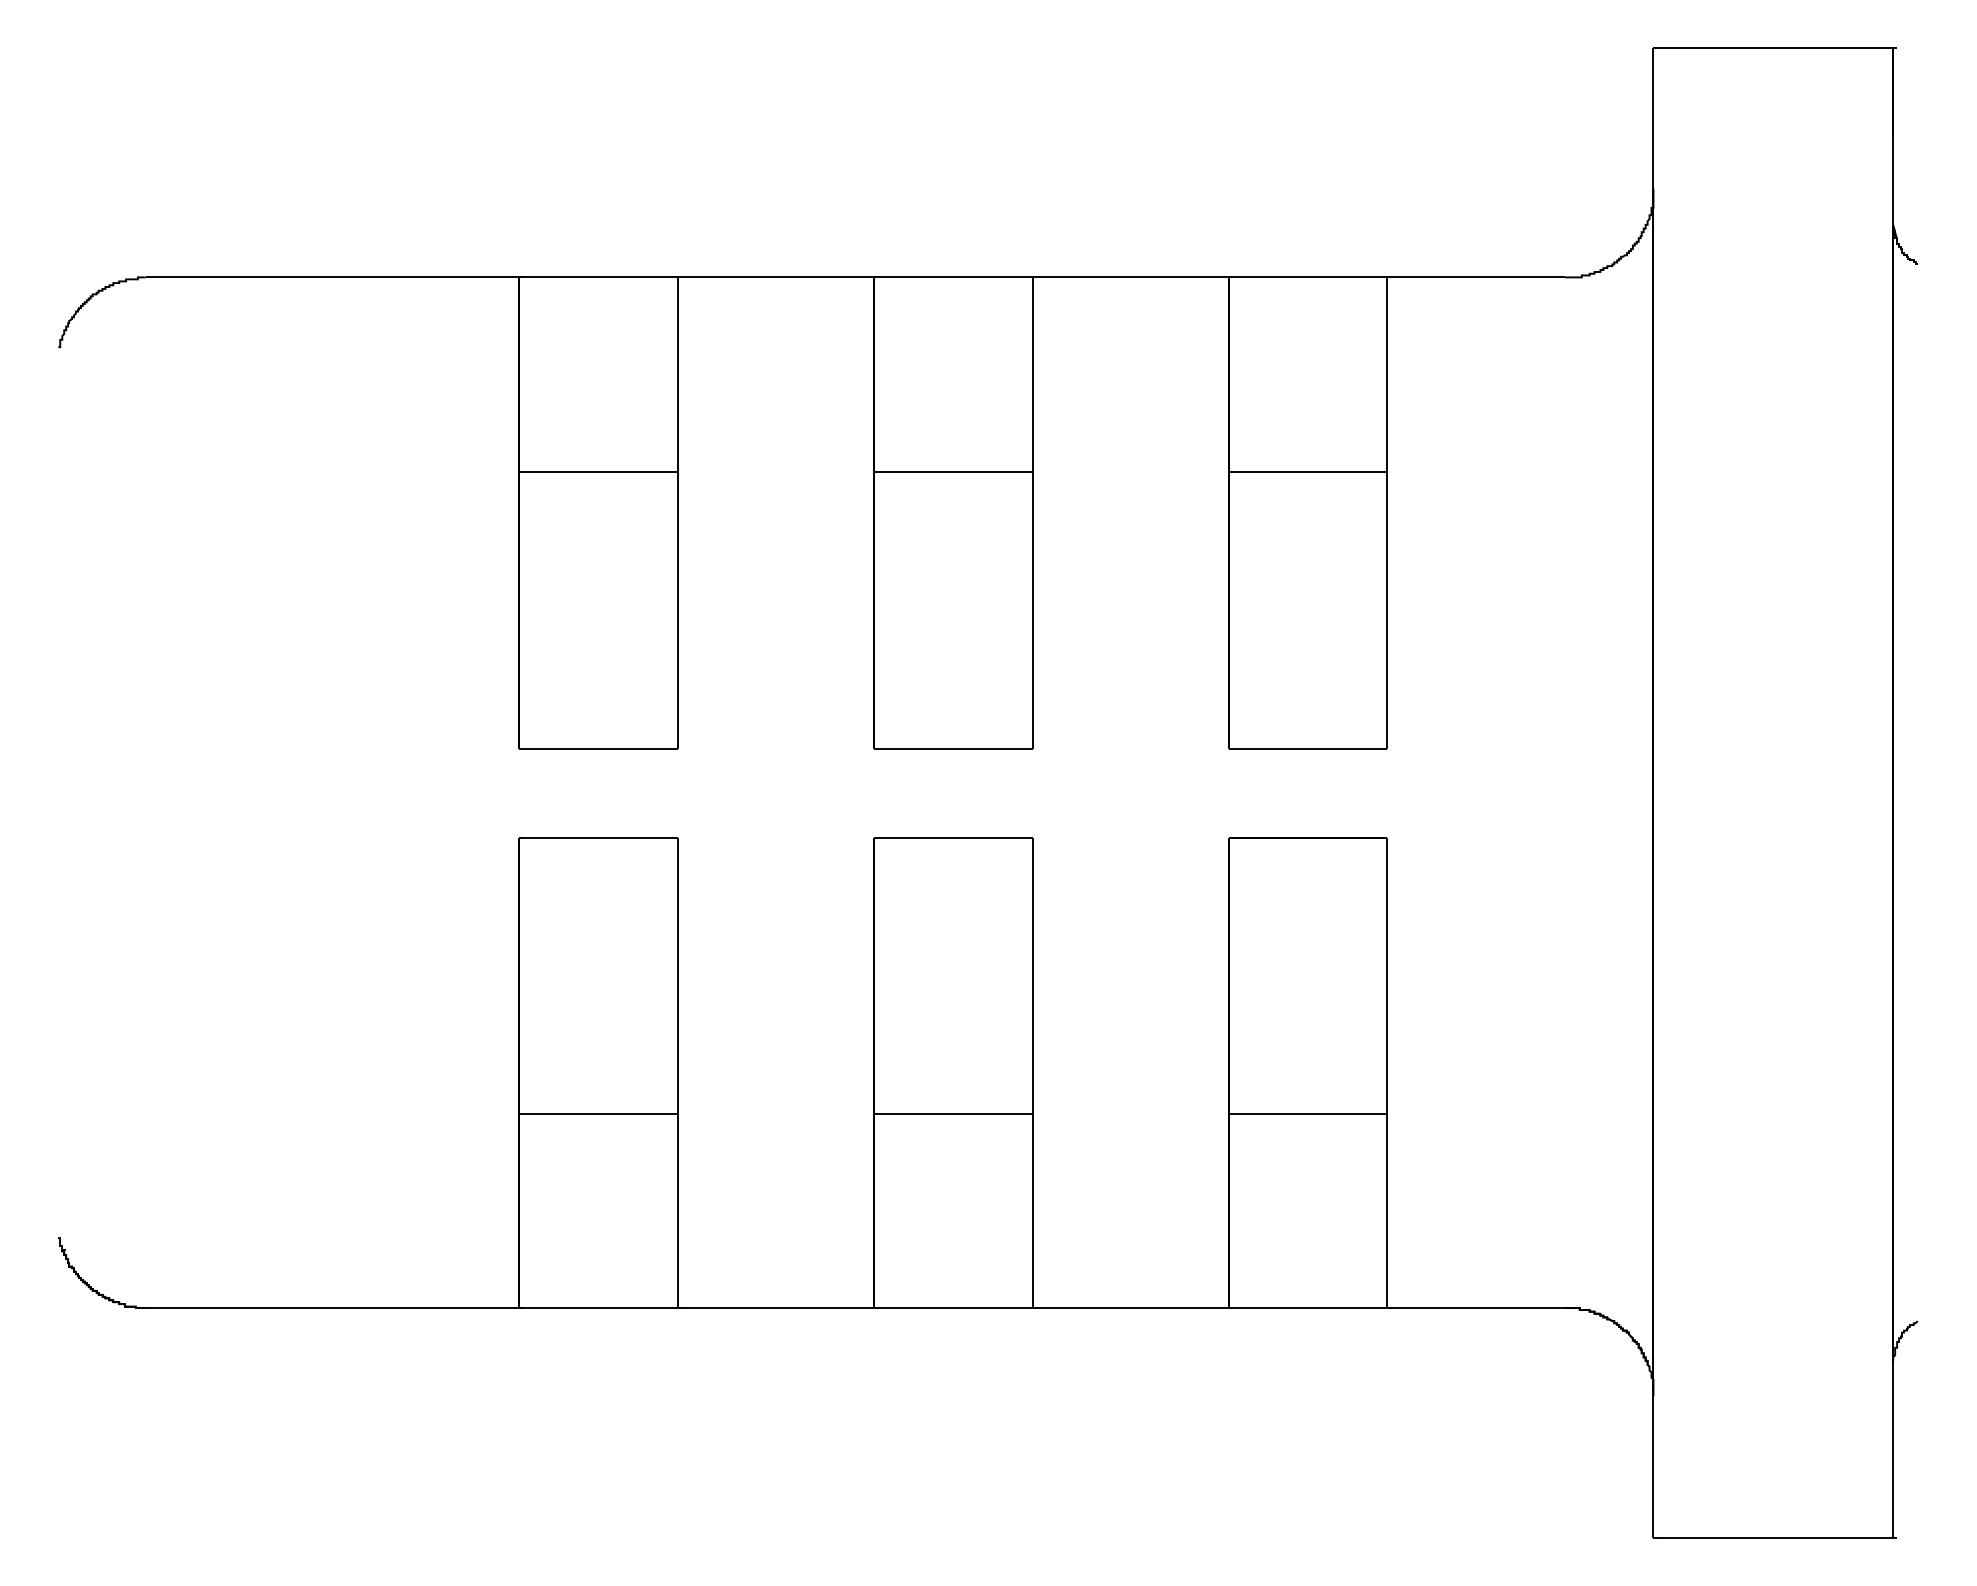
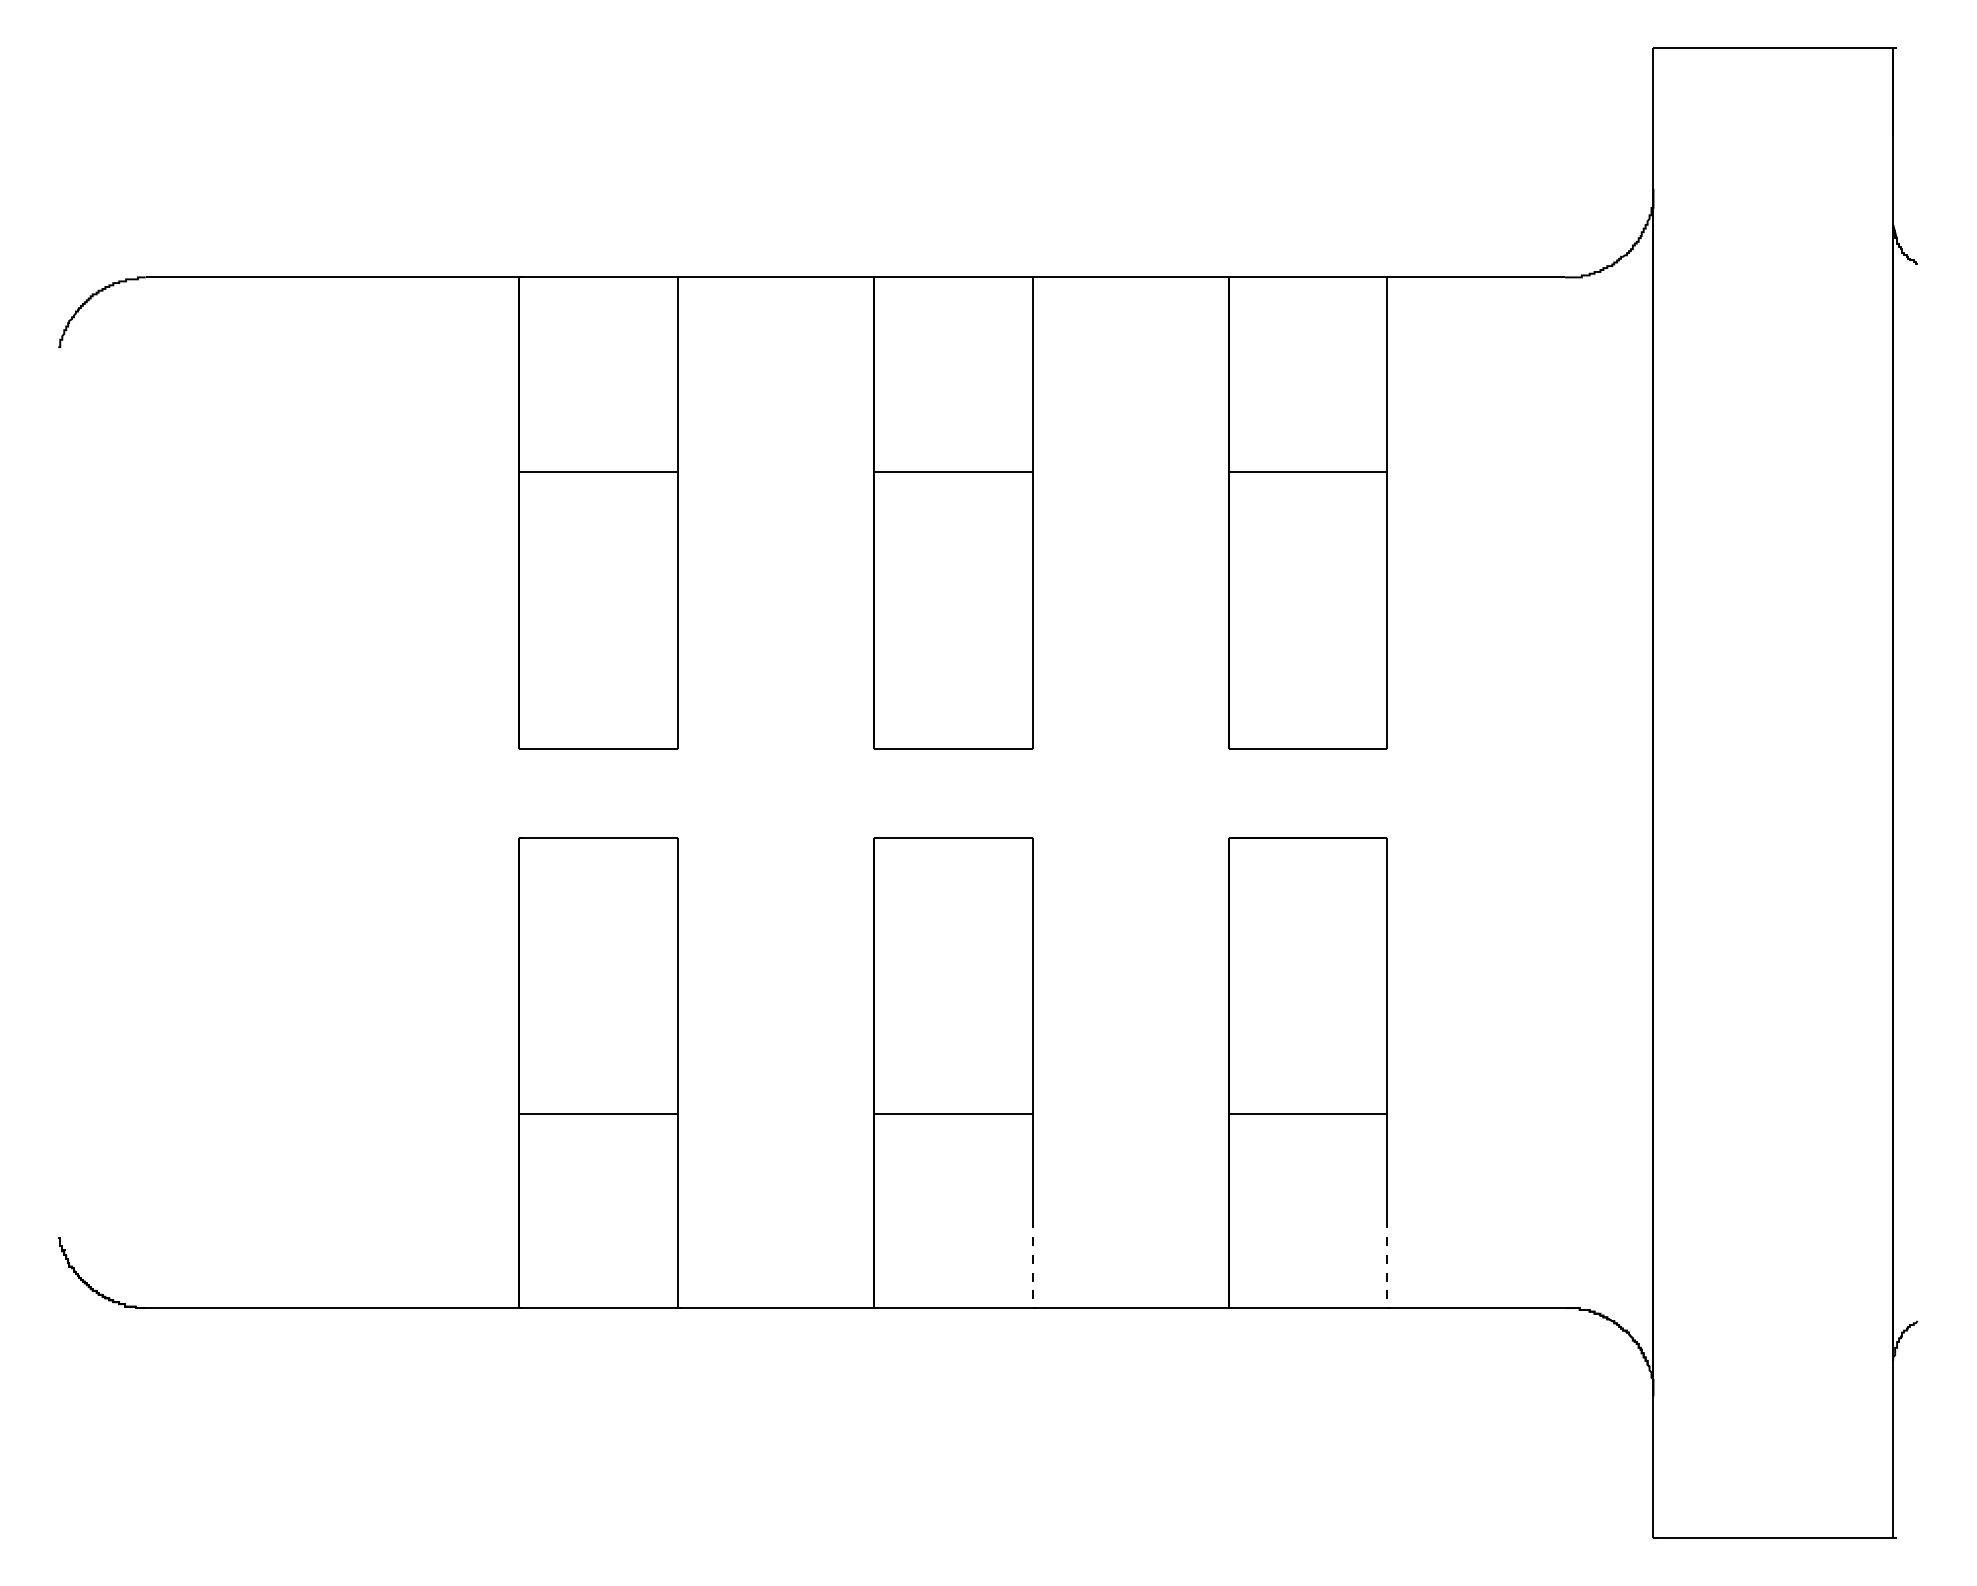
line at (1032, 1264): solid -> dashed
line at (1387, 1264): solid -> dashed
